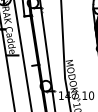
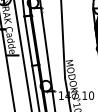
line at (31, 62): none -> present
